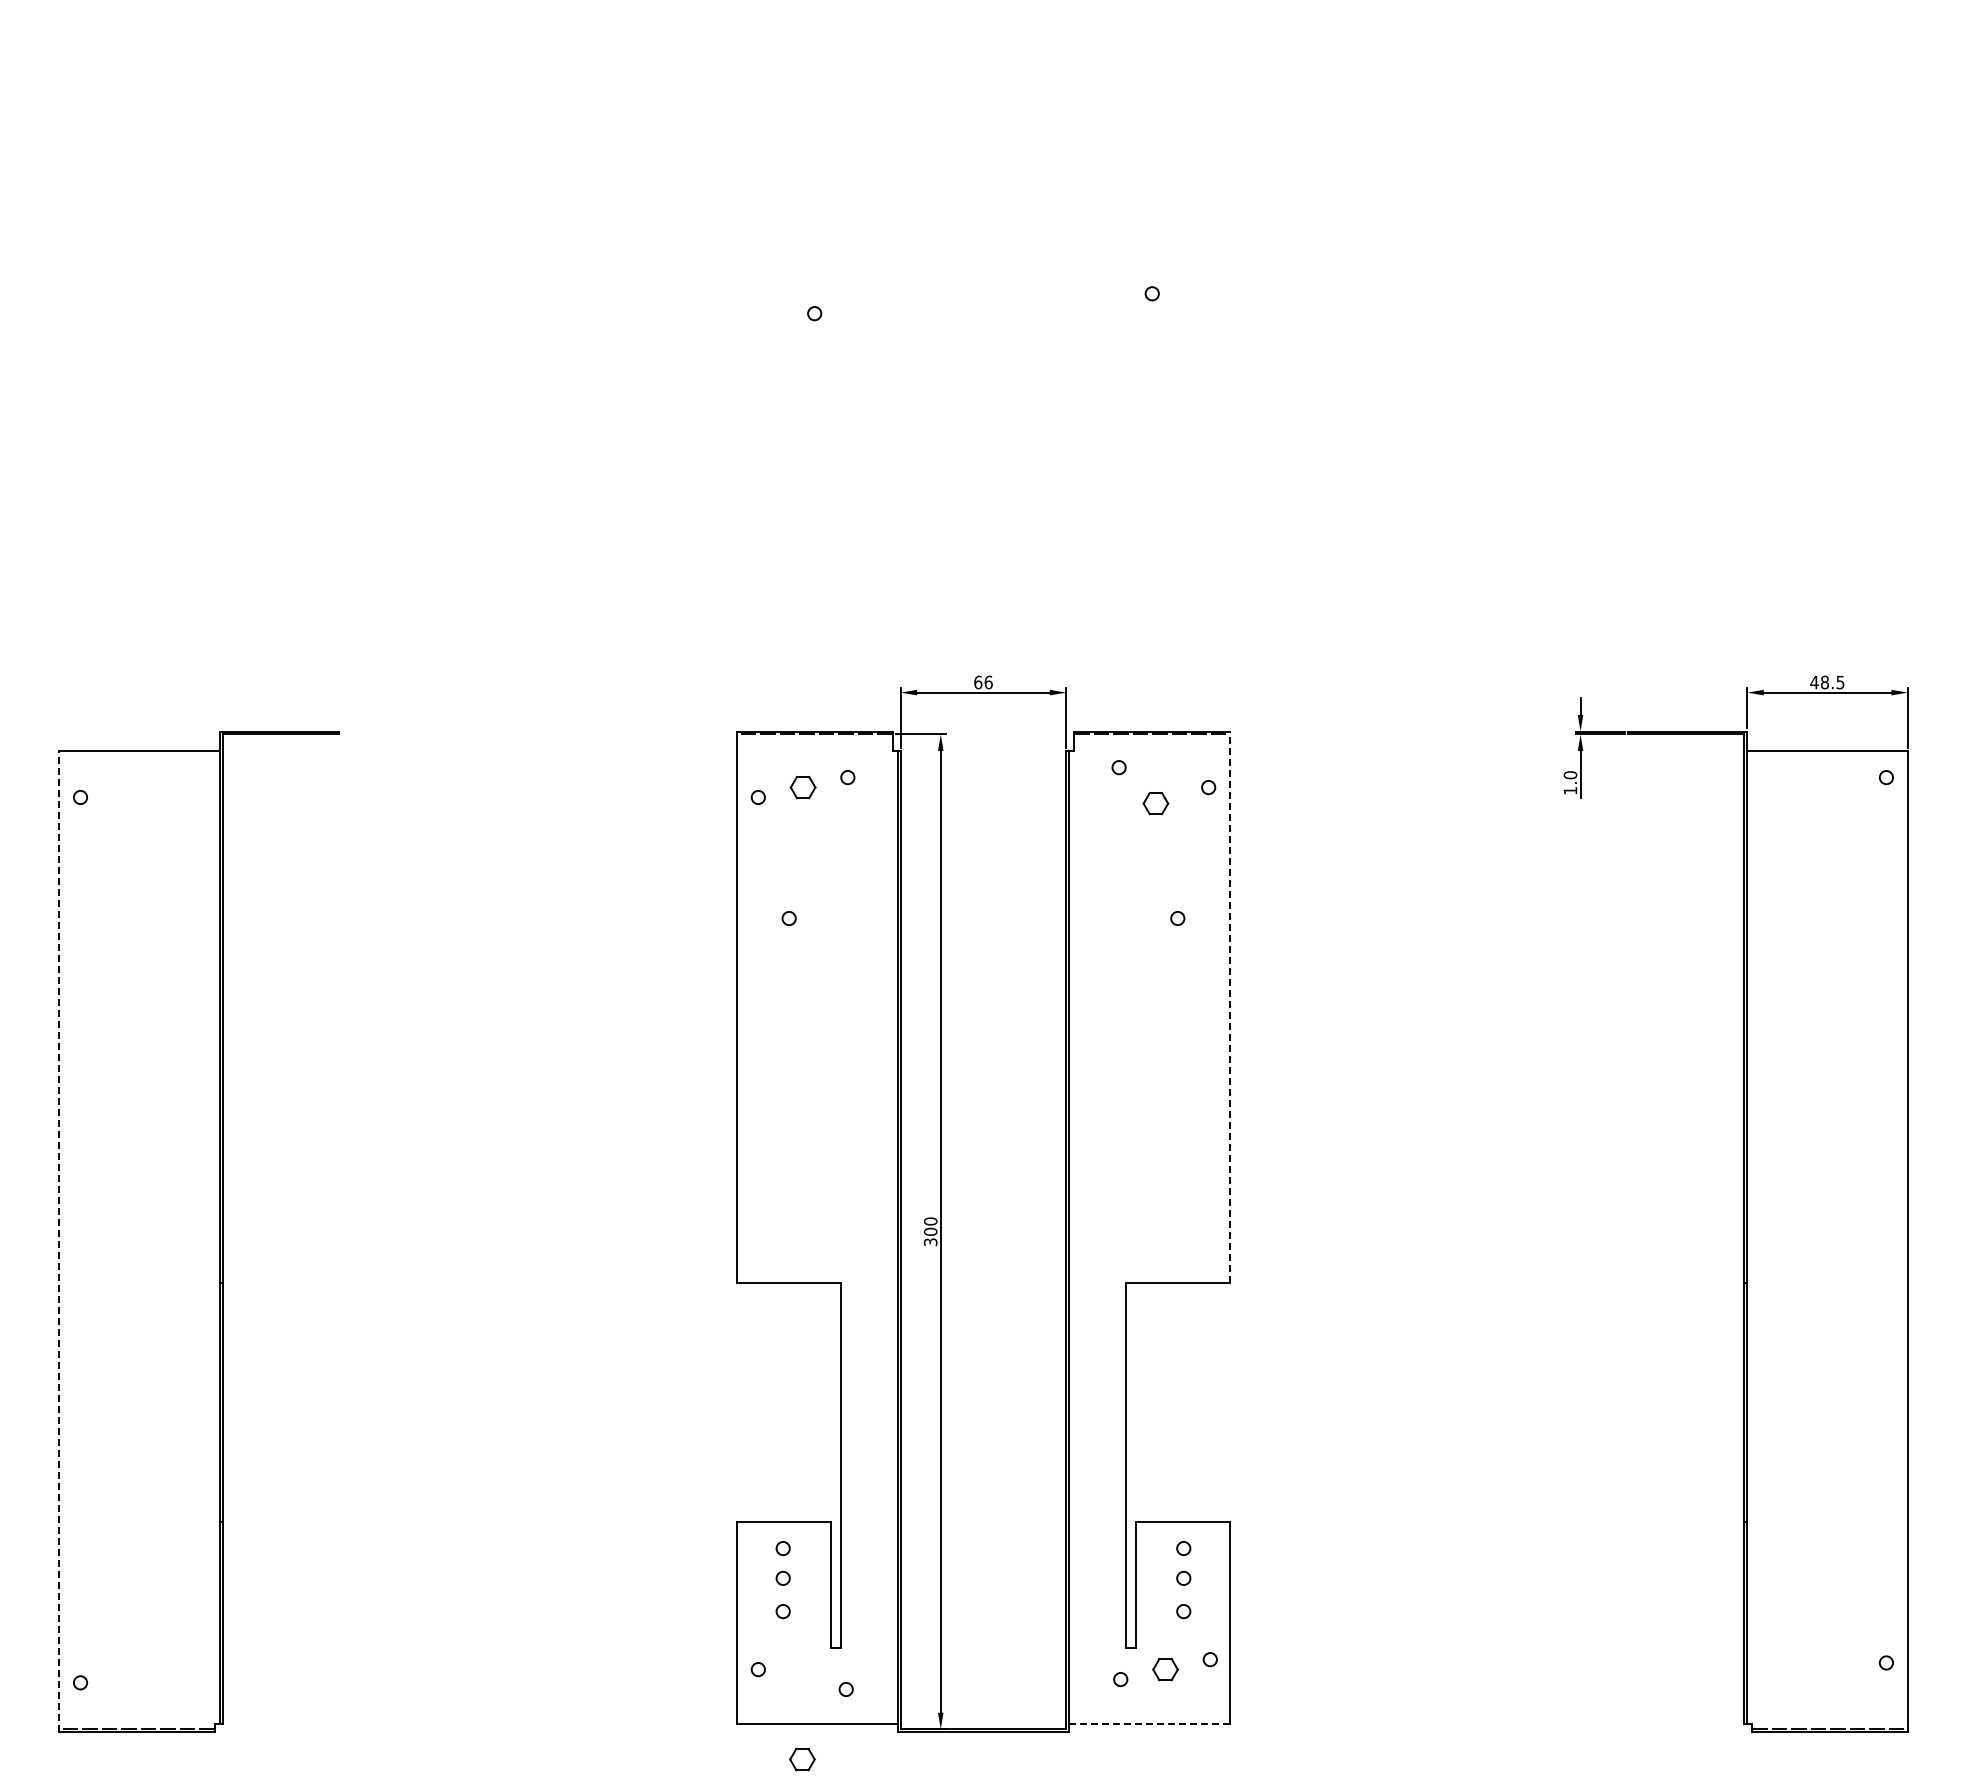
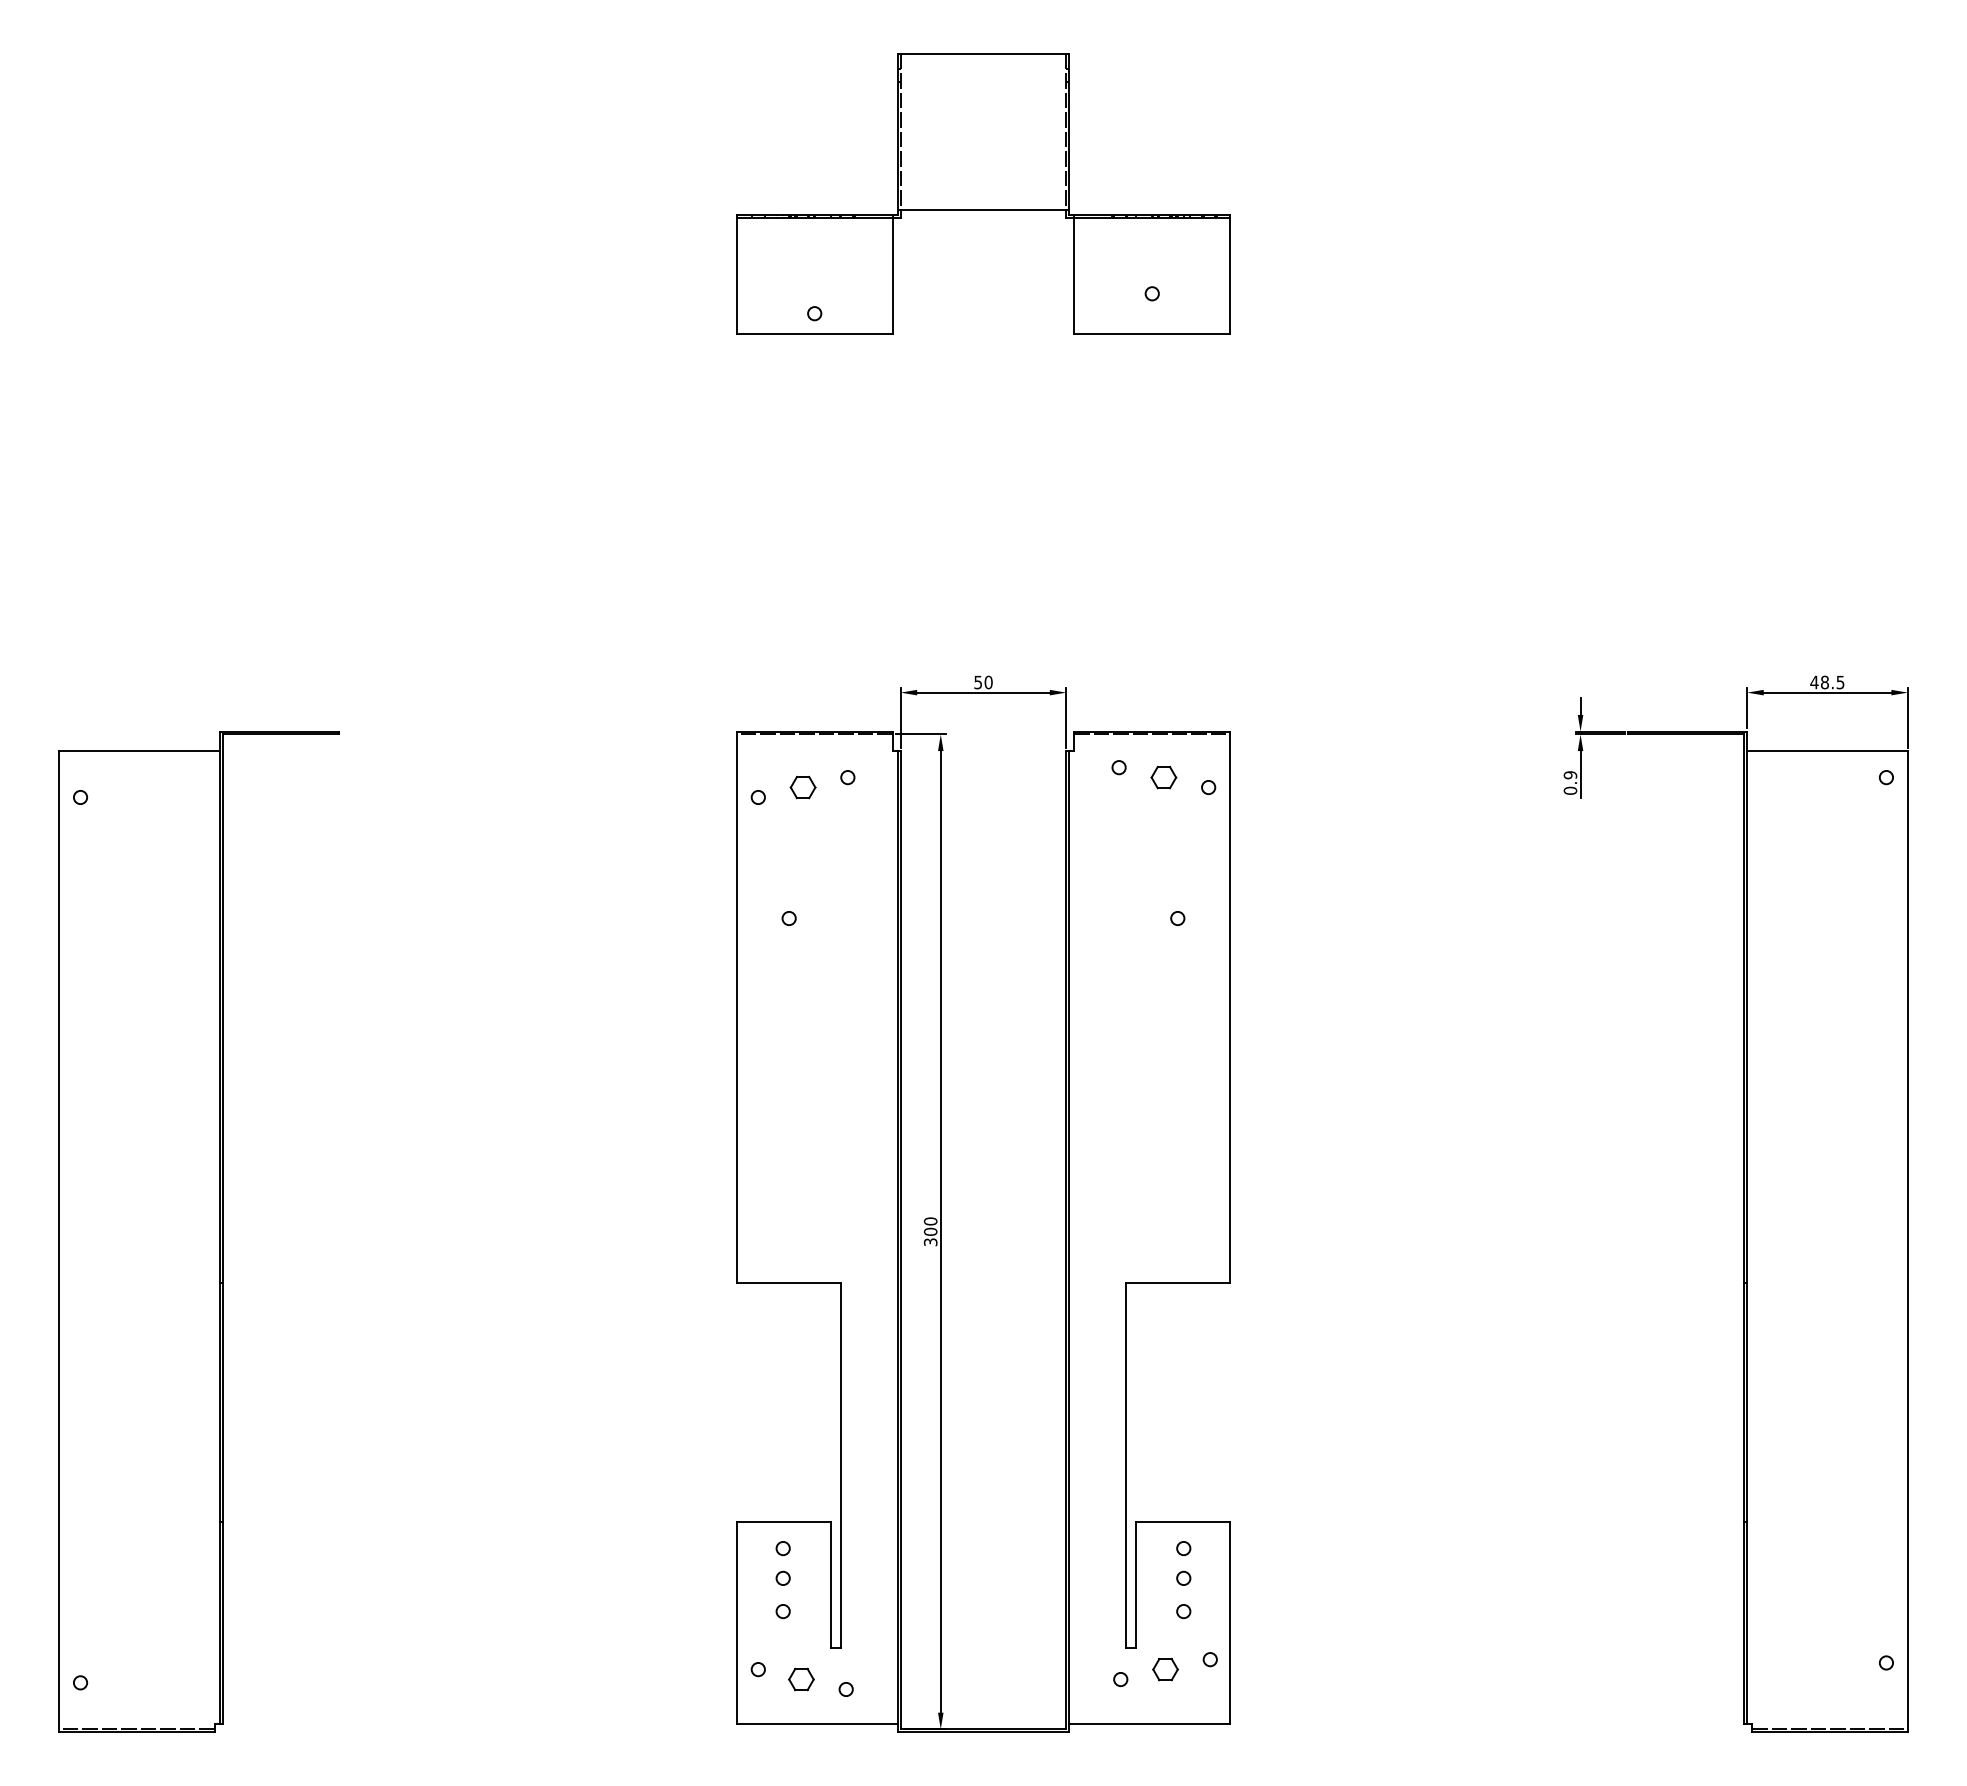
part at (983, 193): none -> present
text at (983, 682): 66 -> 50
text at (1570, 782): 1.0 -> 0.9
part at (1155, 803) position: (1155, 803) -> (1163, 777)
line at (1230, 1007): dashed -> solid
line at (59, 1241): dashed -> solid
line at (1150, 1724): dashed -> solid
part at (802, 1759) position: (802, 1759) -> (801, 1679)
